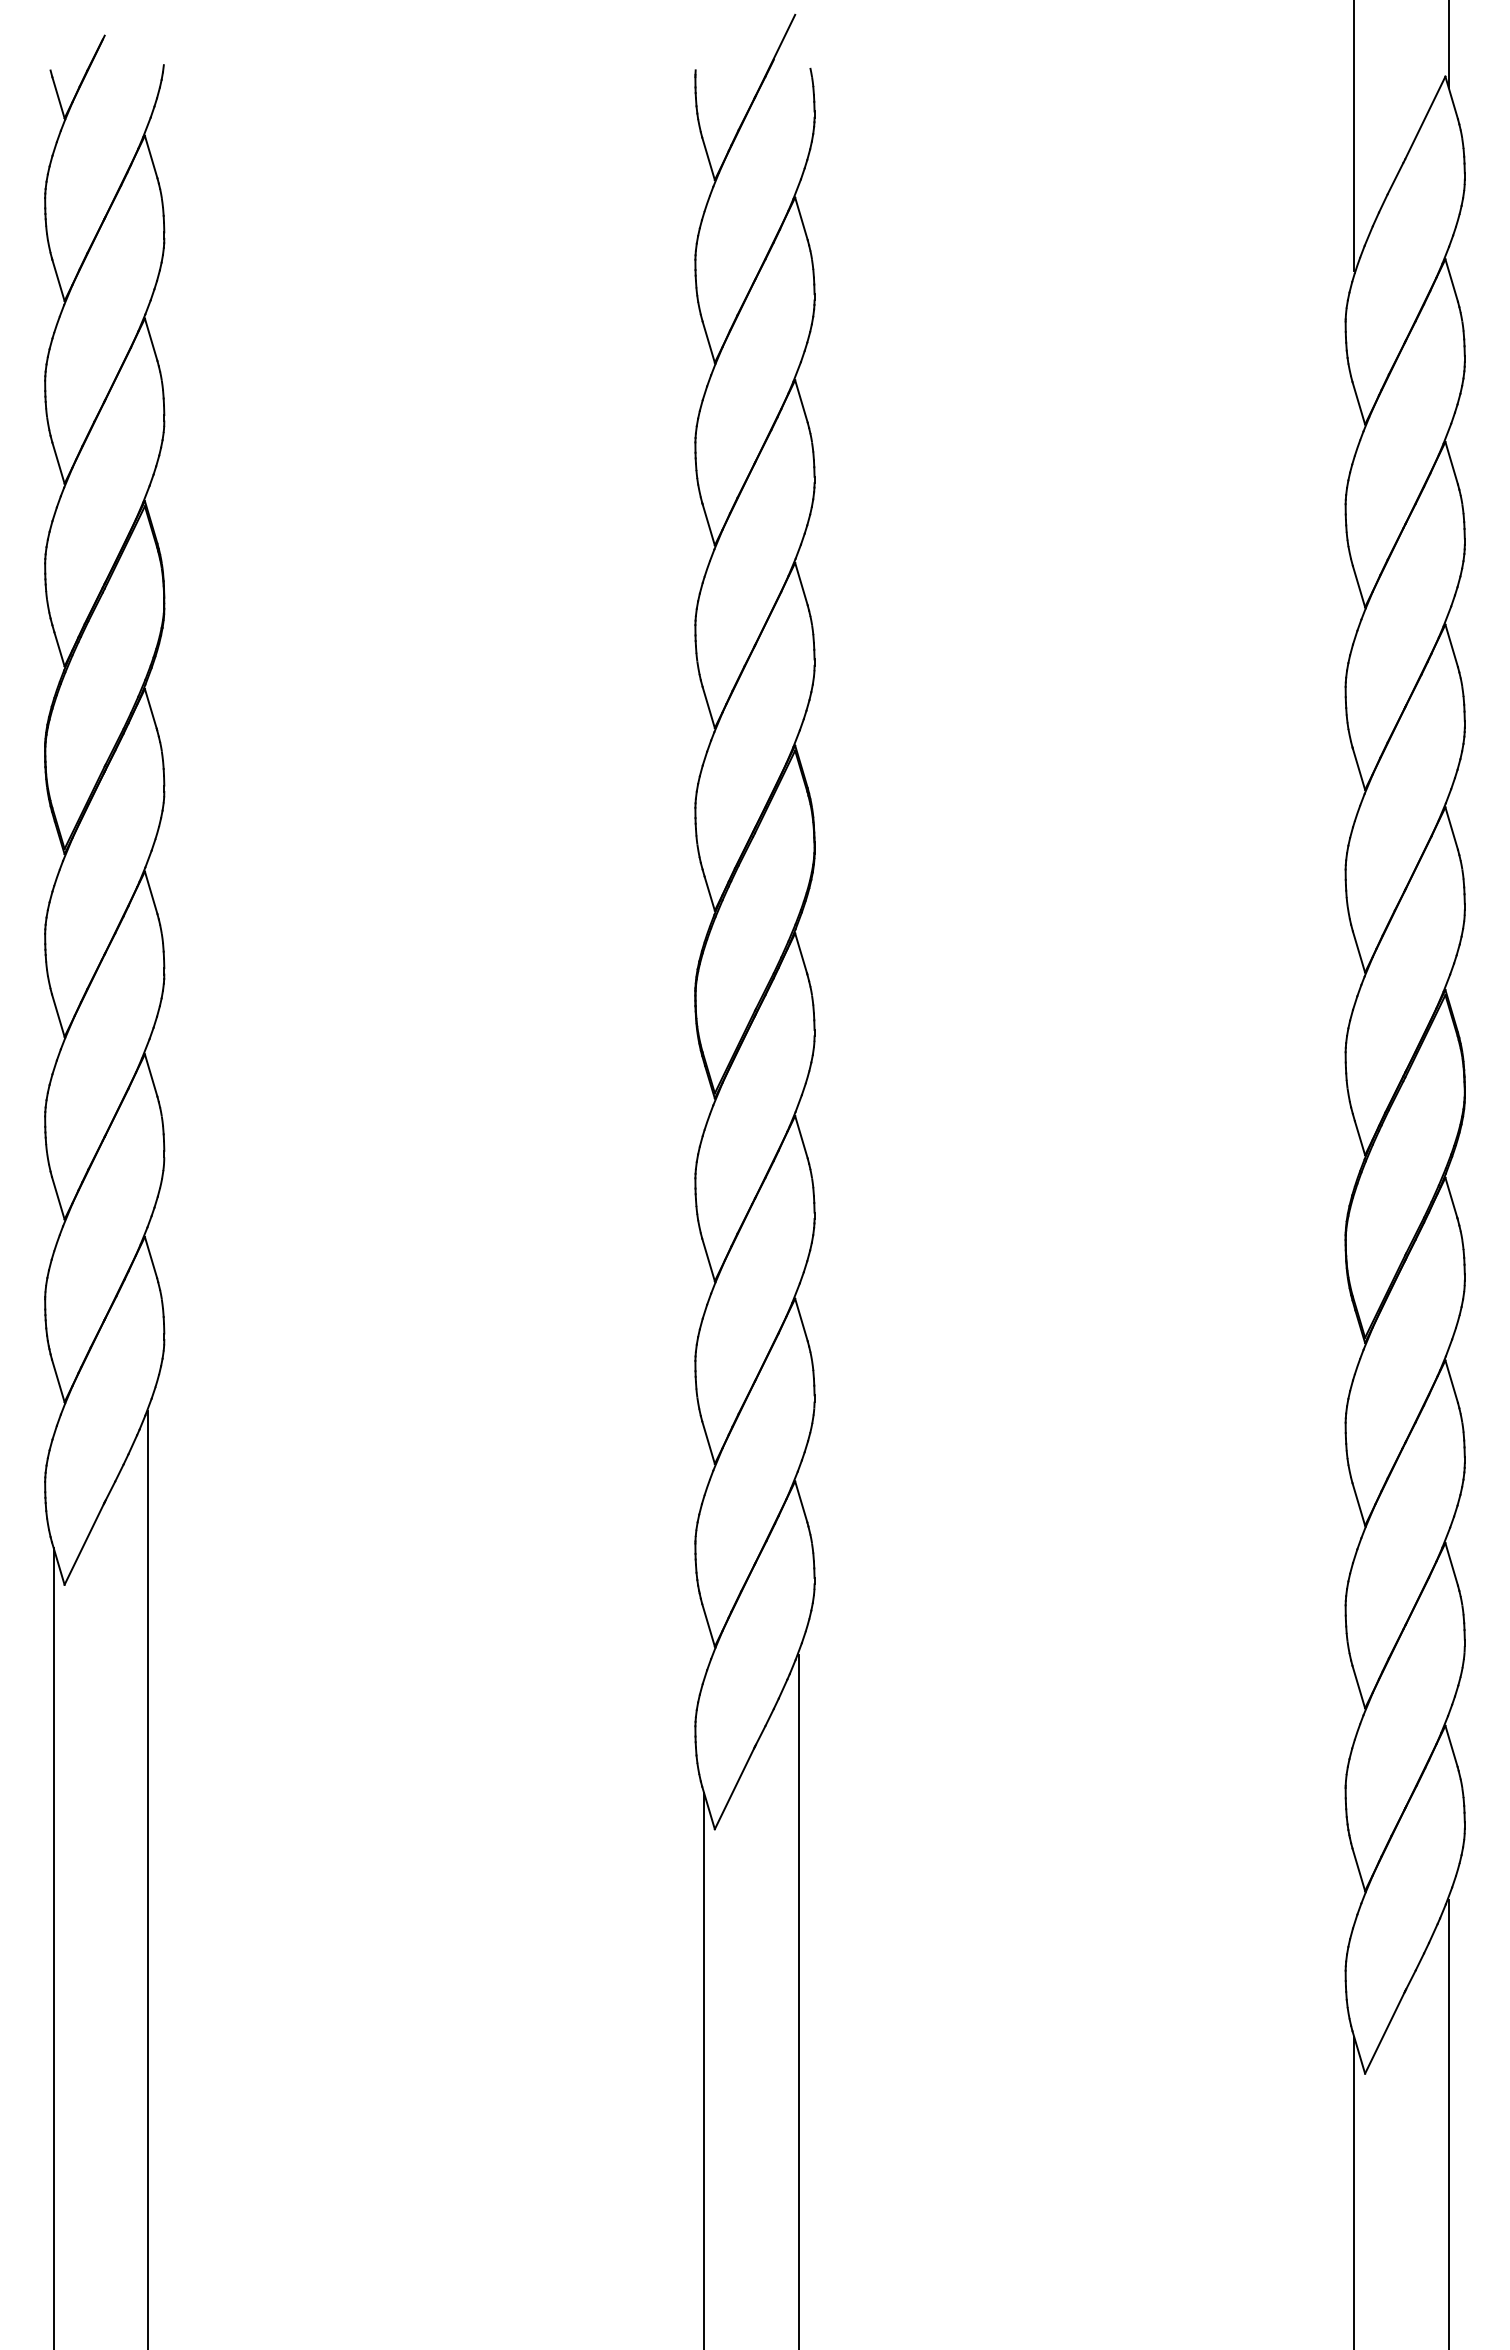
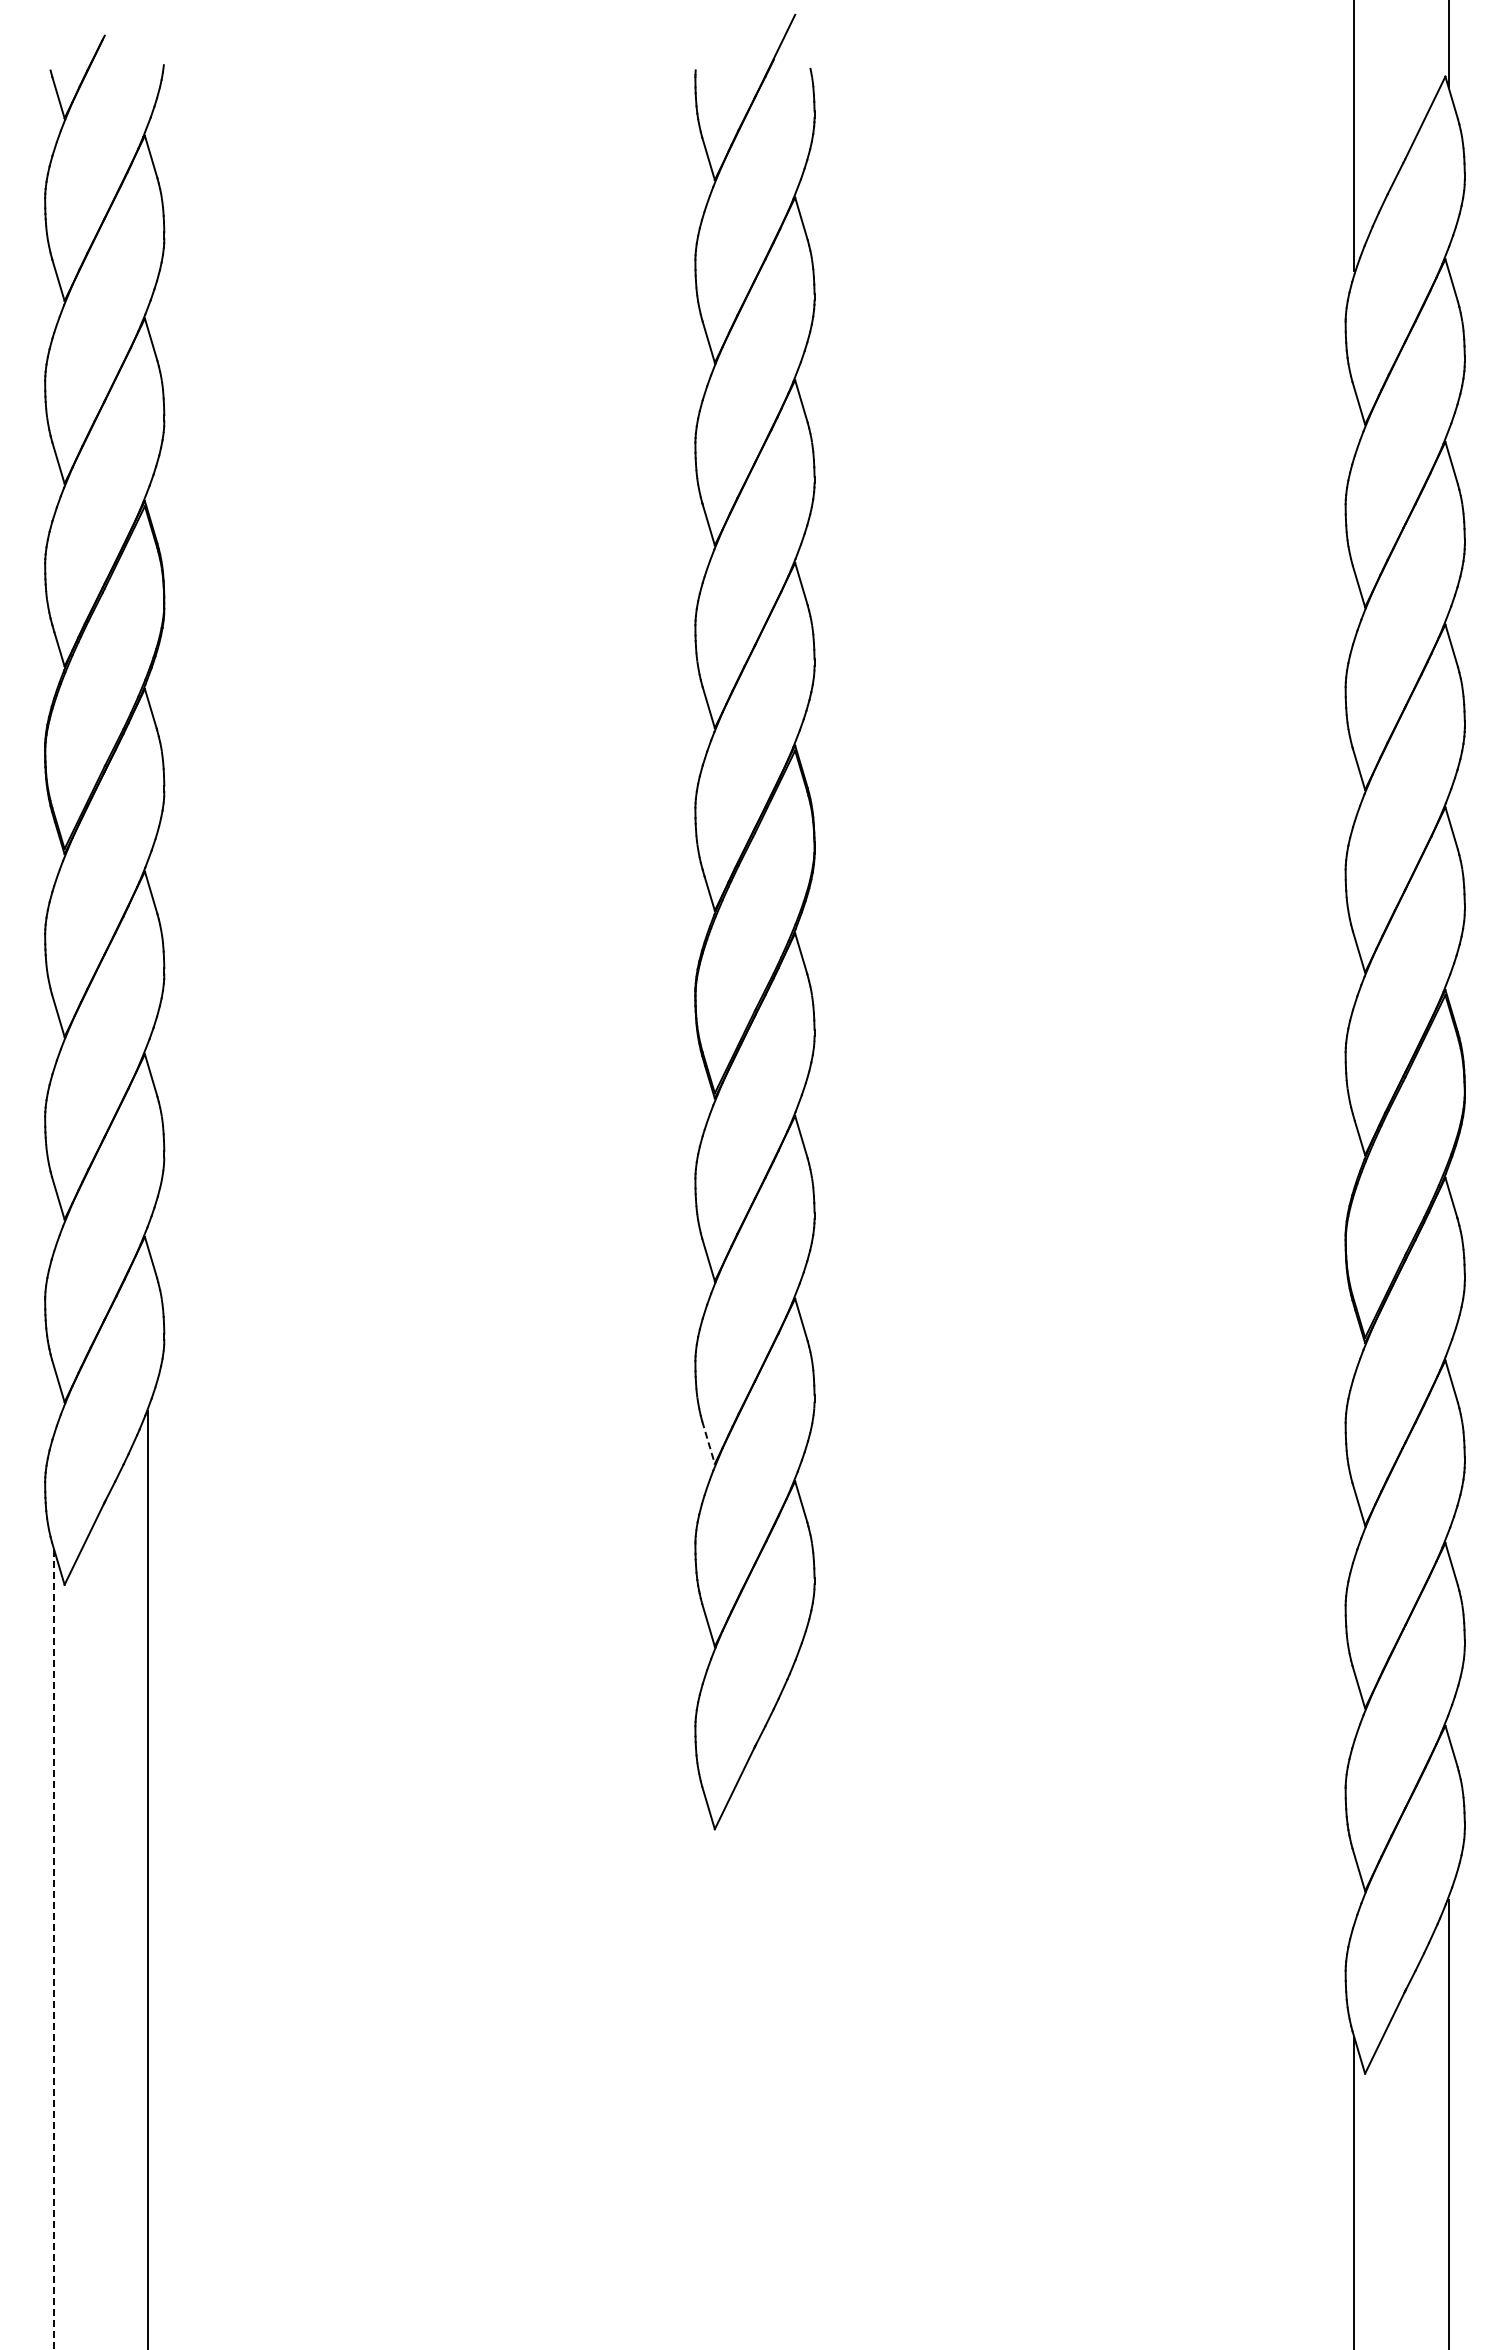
line at (708, 1443): solid -> dashed
line at (53, 1948): solid -> dashed
line at (798, 2000): present -> none
line at (704, 2069): present -> none
